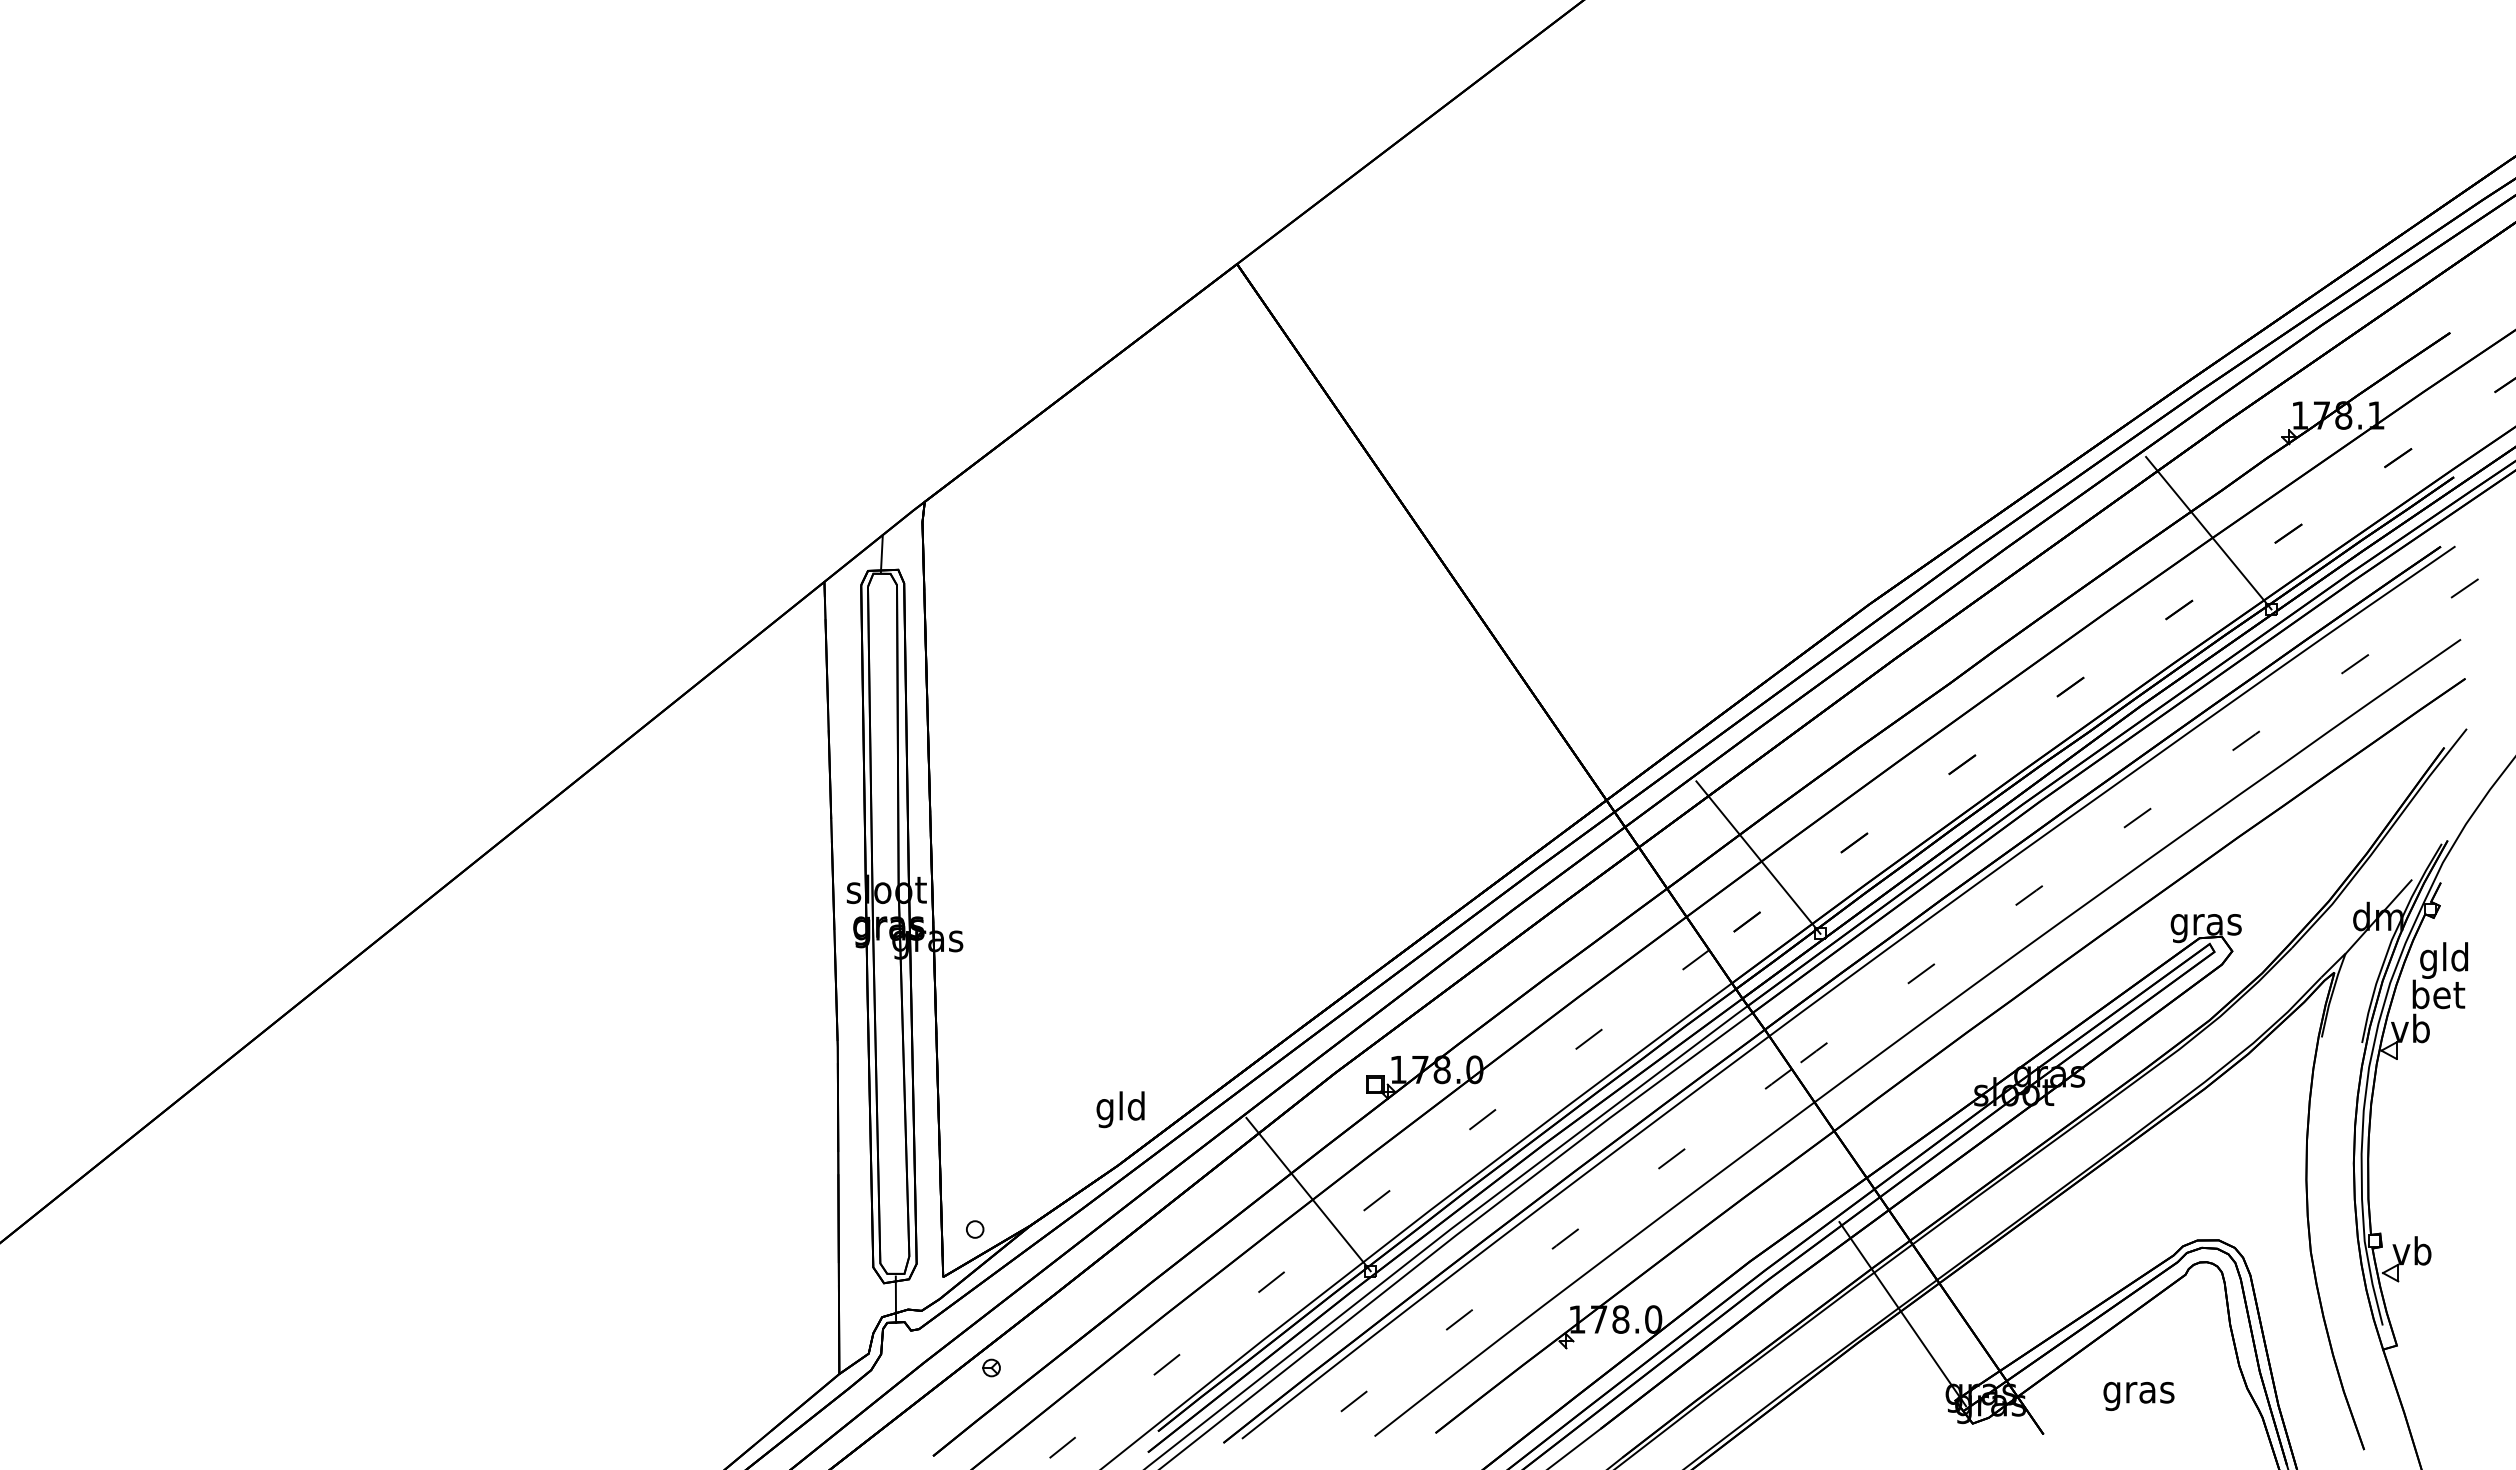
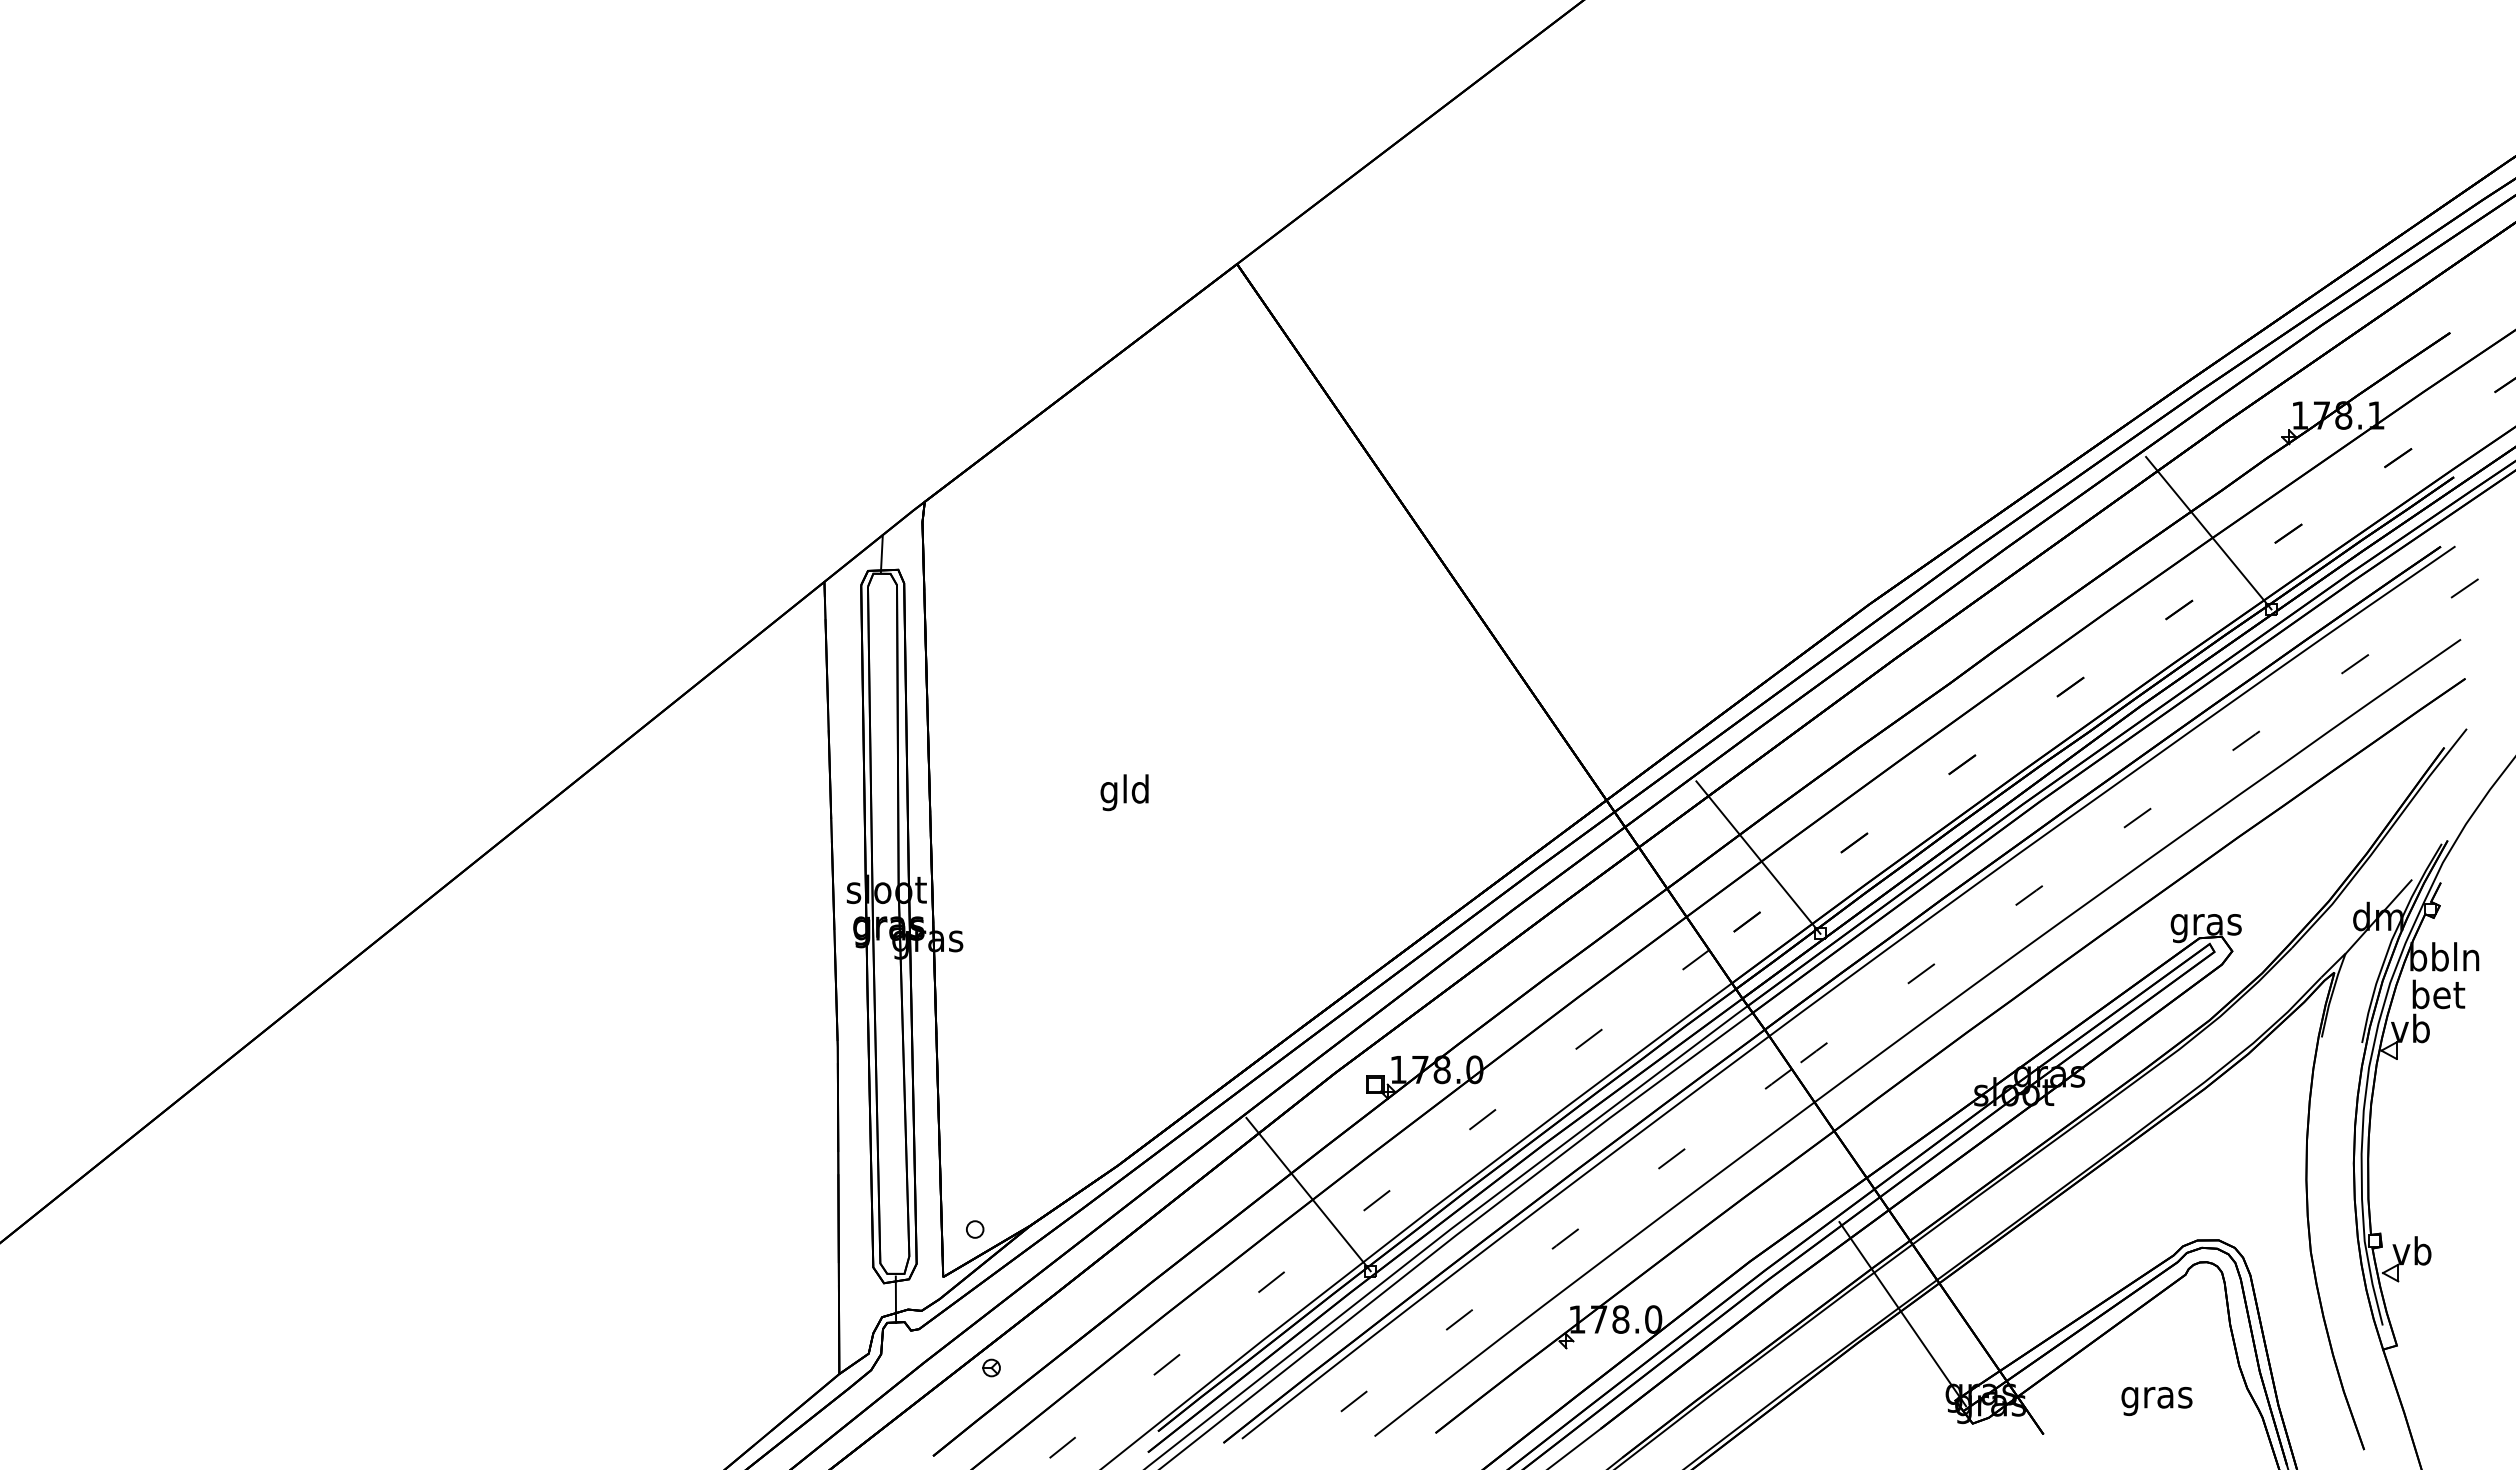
text at (2444, 960): gld -> bbln
text at (1120, 1109) position: (1120, 1109) -> (1124, 792)
text at (2138, 1396) position: (2138, 1396) -> (2156, 1401)
